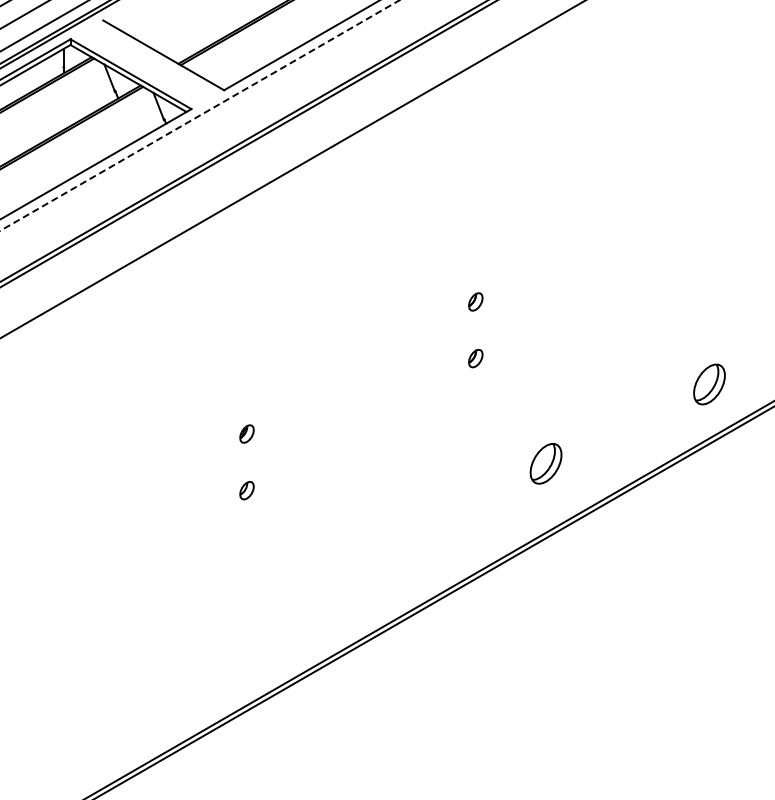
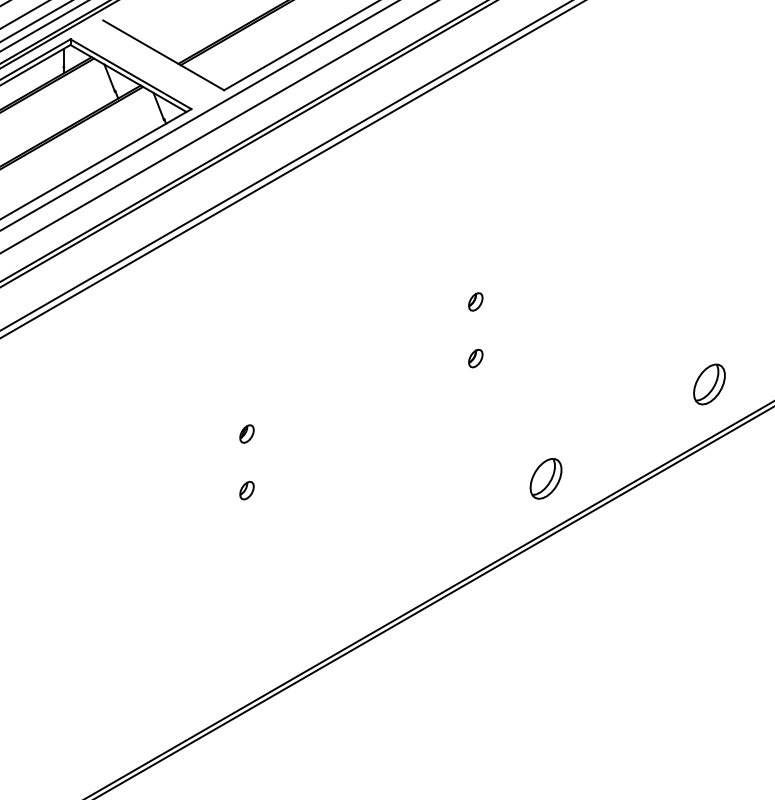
line at (35, 21): none -> present
line at (200, 115): dashed -> solid
line at (218, 127): none -> present
line at (285, 165): none -> present
part at (545, 463) position: (545, 463) -> (545, 478)
